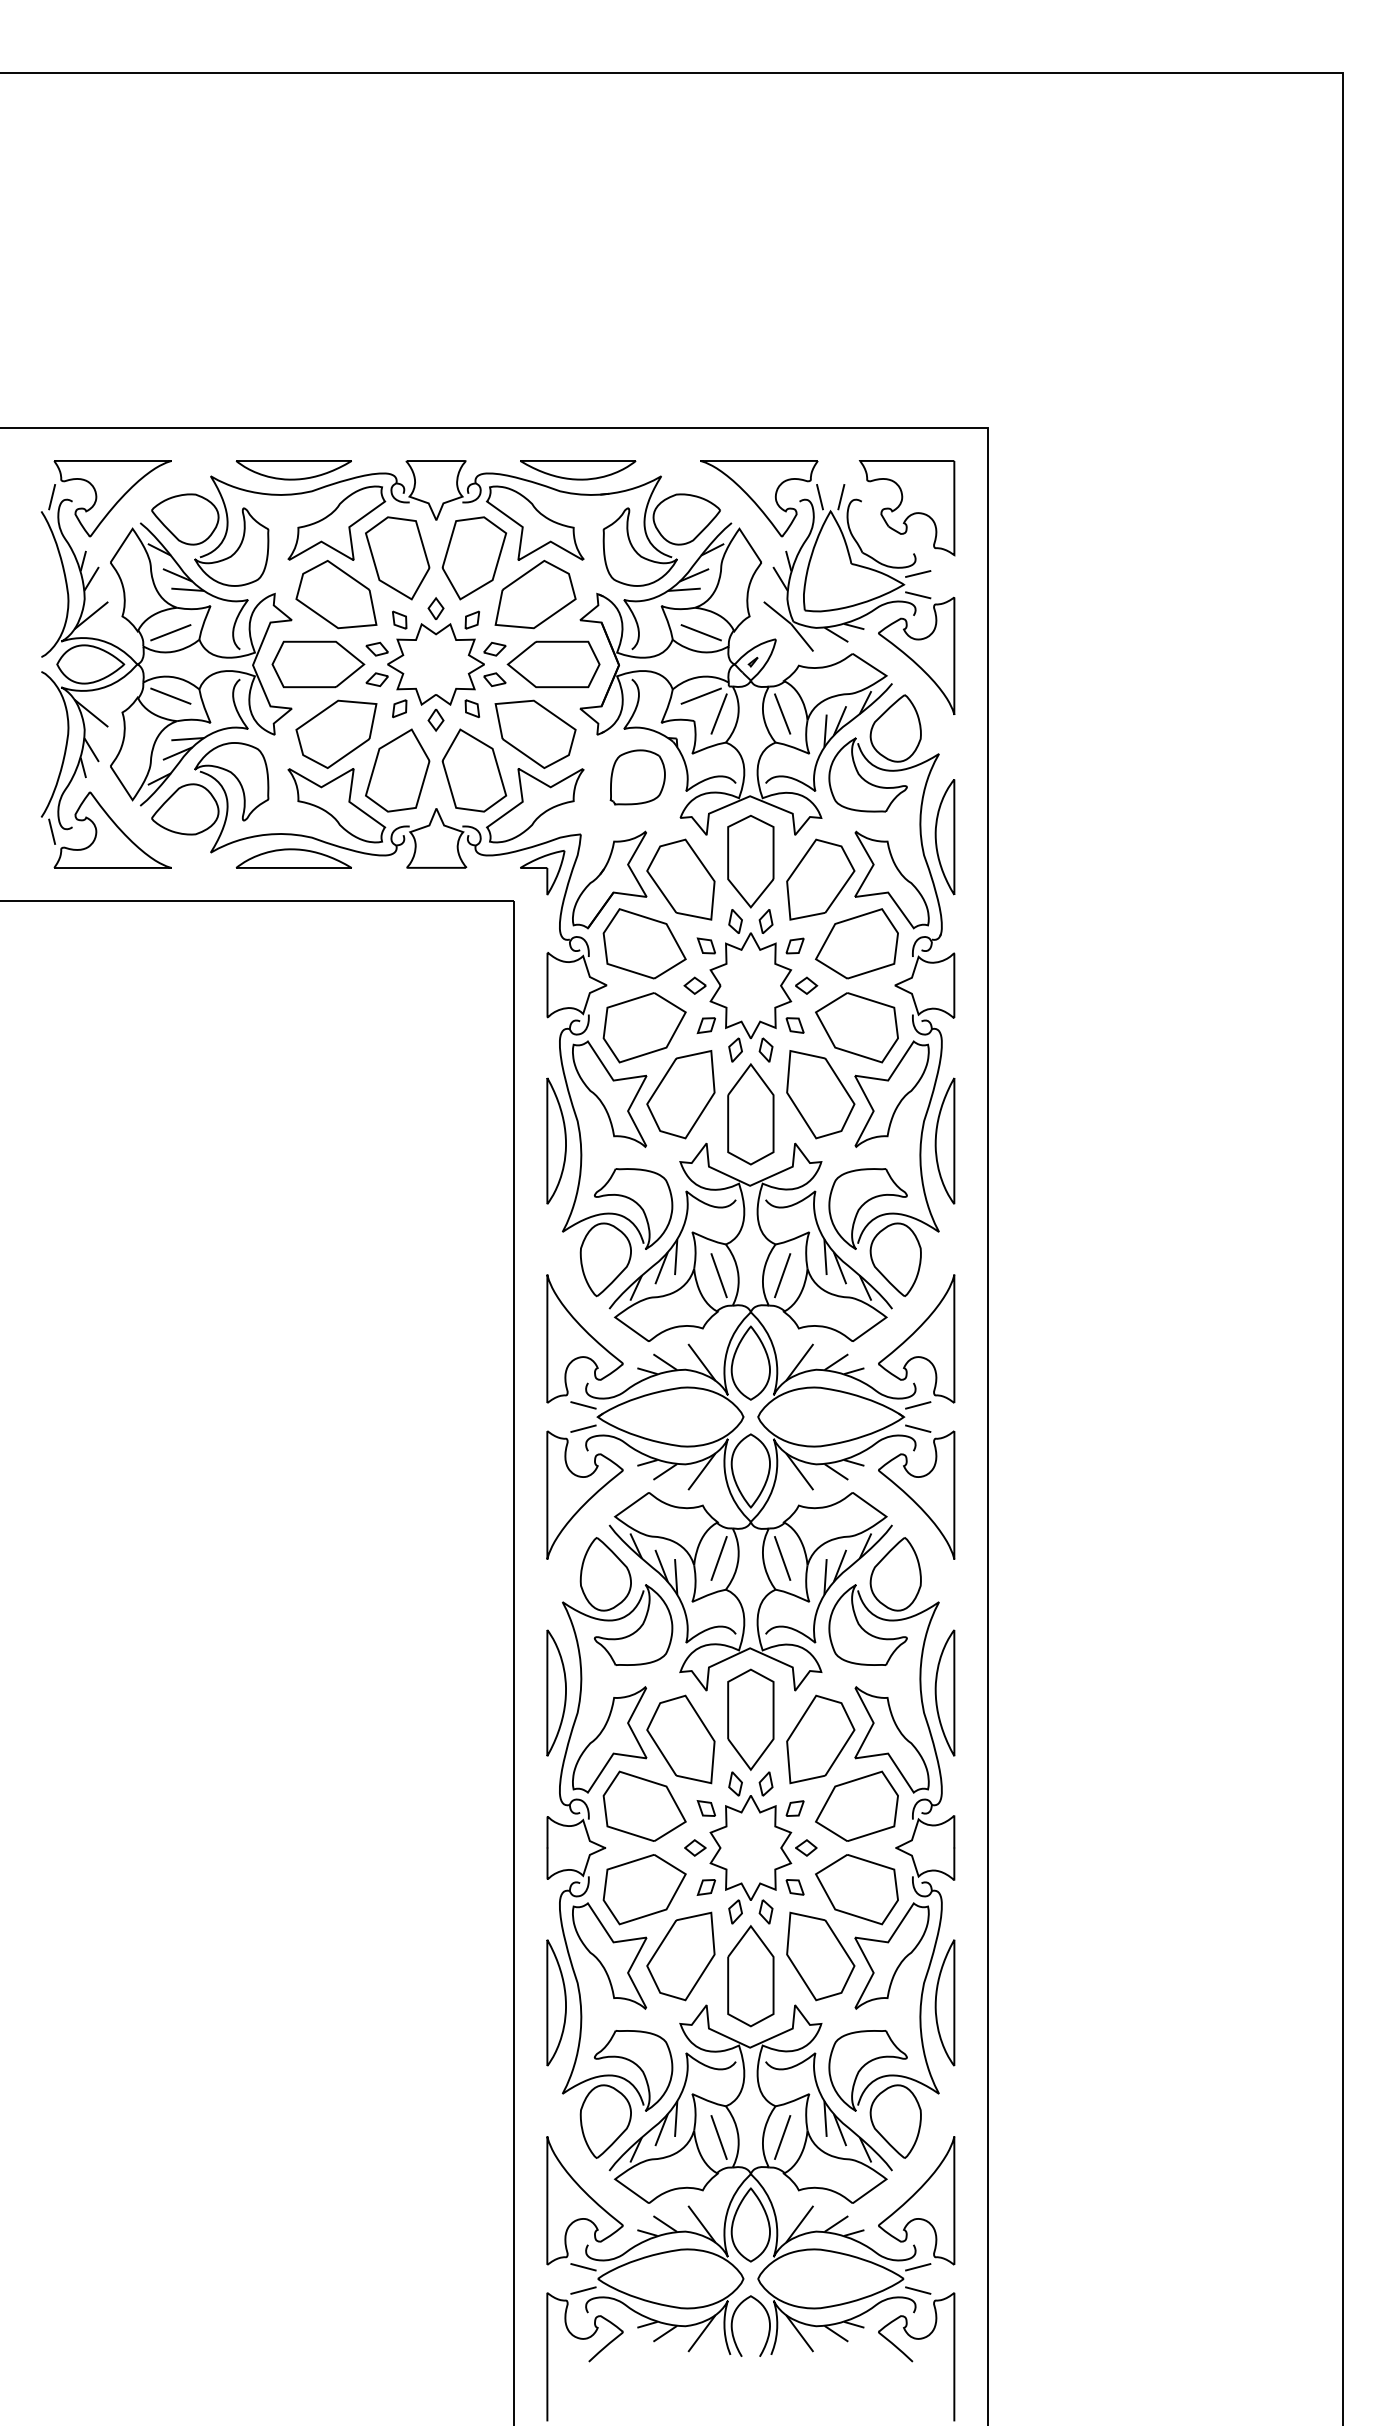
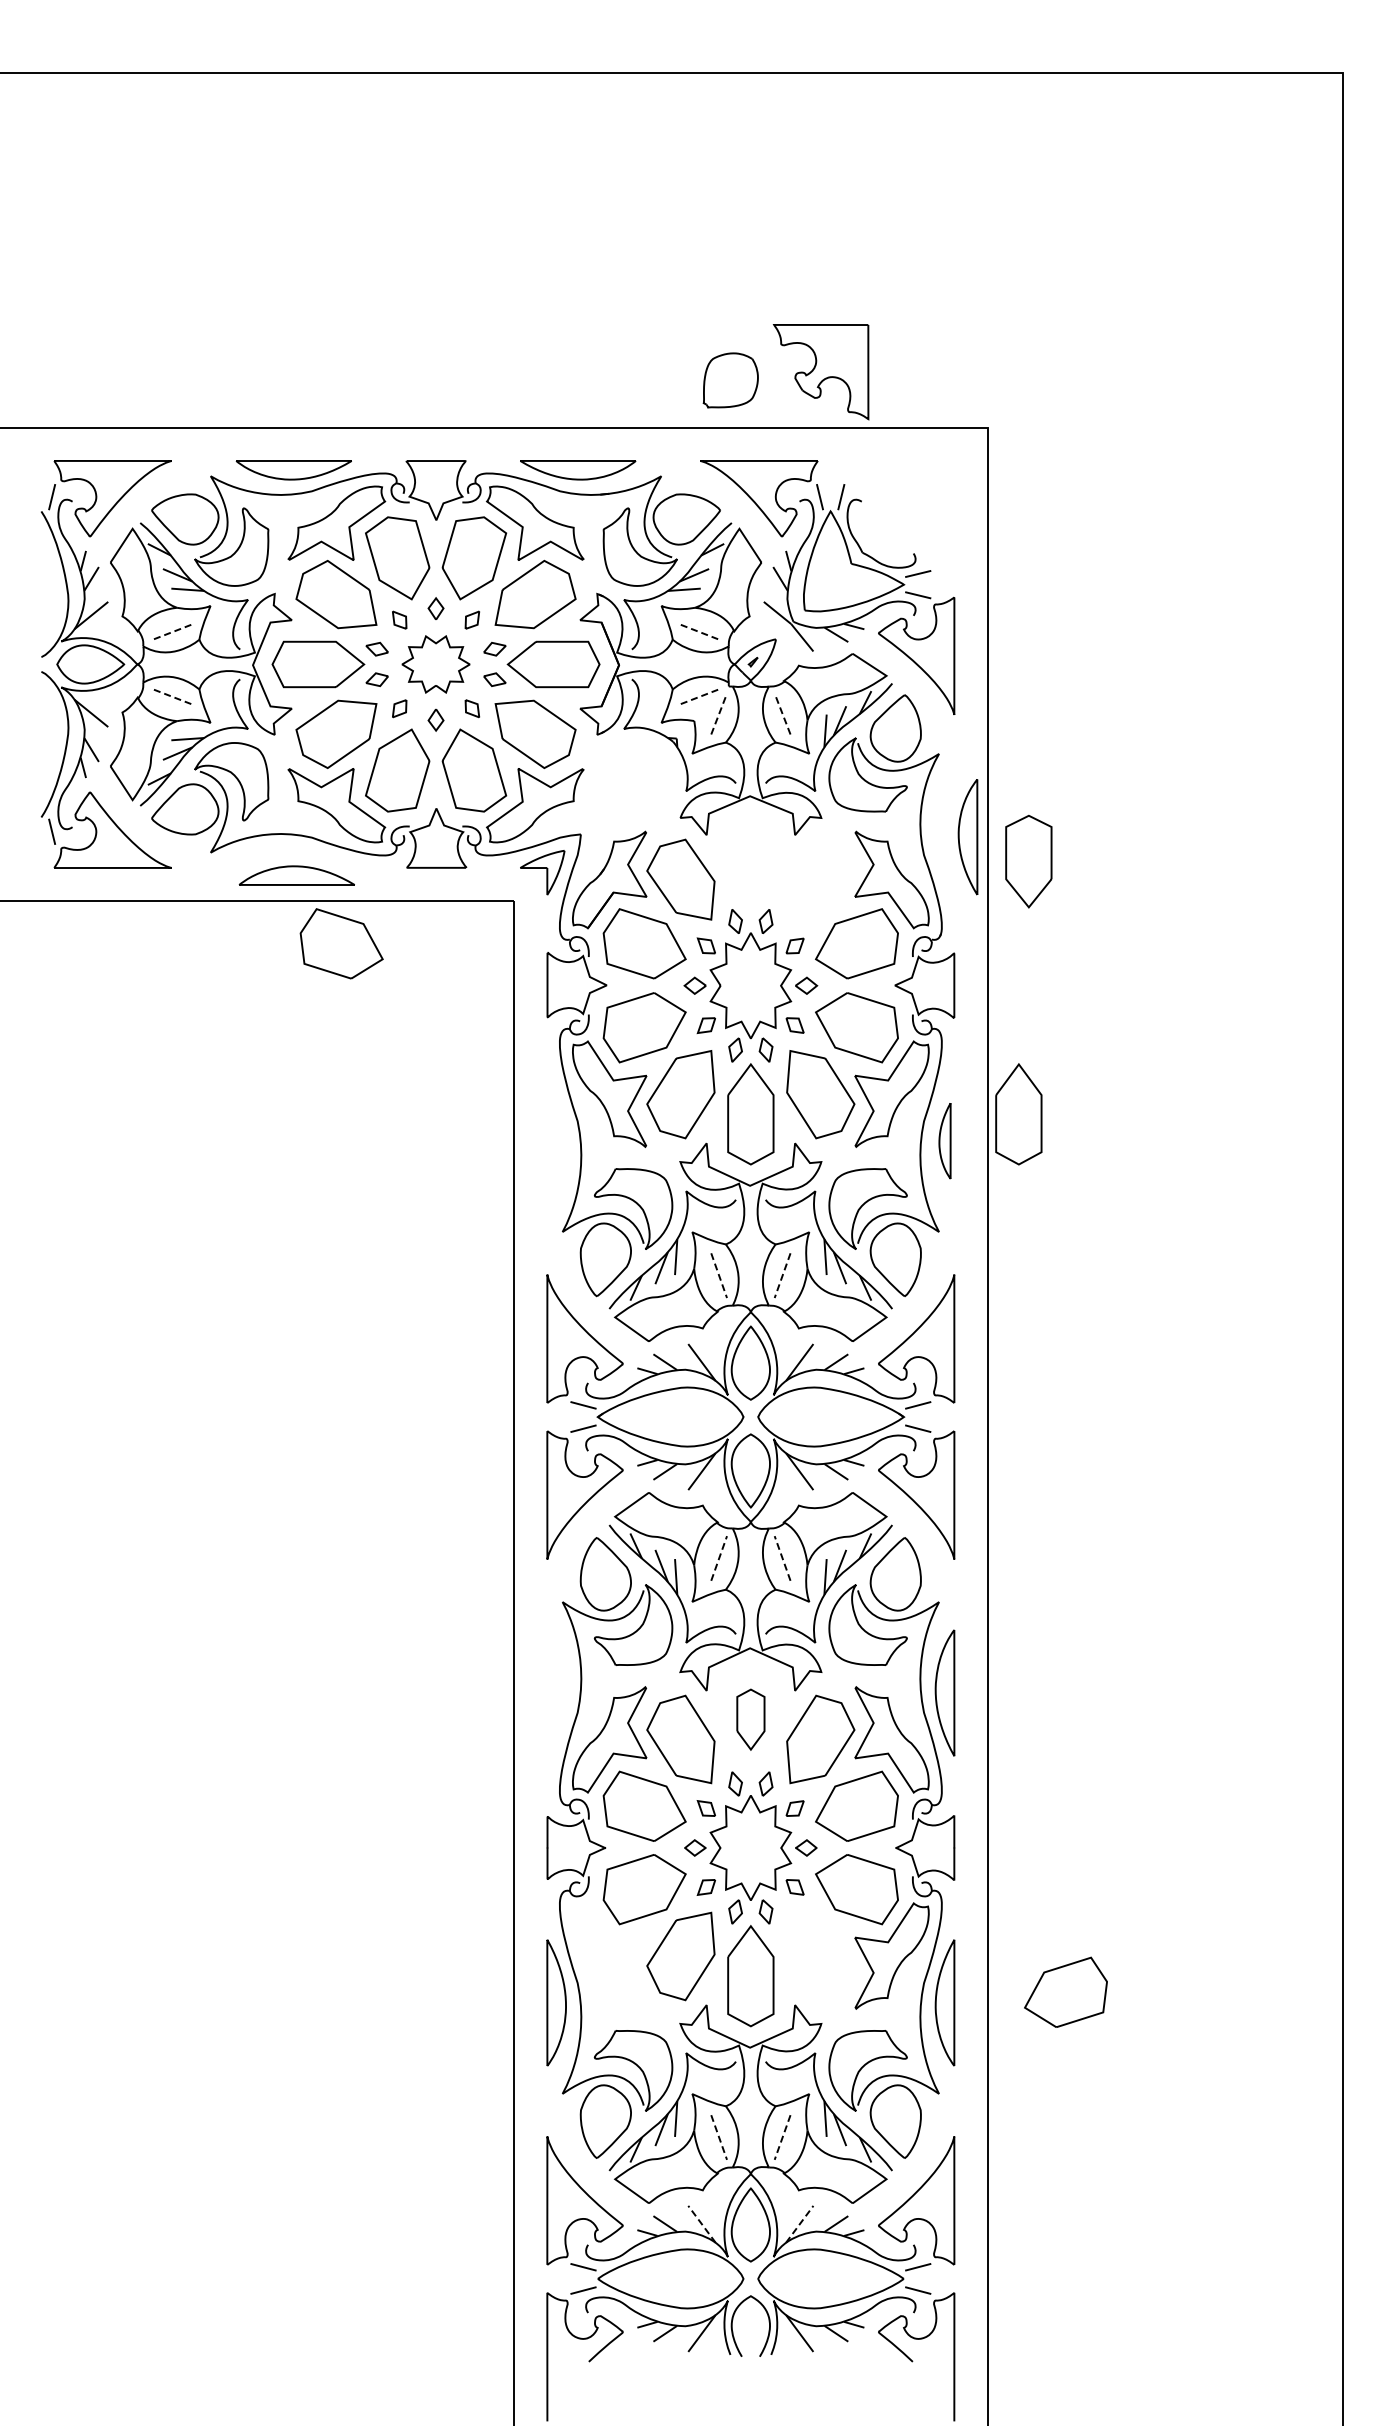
part at (906, 508) position: (906, 508) -> (820, 372)
line at (170, 632): solid -> dashed
line at (701, 632): solid -> dashed
part at (435, 664) size: 98x83 px -> 70x59 px
line at (170, 696): solid -> dashed
line at (701, 696): solid -> dashed
line at (719, 714): solid -> dashed
line at (782, 714): solid -> dashed
part at (637, 777) position: (637, 777) -> (730, 380)
part at (944, 837) position: (944, 837) -> (967, 837)
part at (293, 858) position: (293, 858) -> (296, 875)
part at (750, 861) position: (750, 861) -> (1028, 861)
part at (820, 879): present -> none
part at (341, 943): none -> present
part at (1018, 1114): none -> present
part at (556, 1140): present -> none
part at (944, 1140) size: 22x128 px -> 14x77 px
line at (719, 1275): solid -> dashed
line at (782, 1275): solid -> dashed
line at (719, 1558): solid -> dashed
line at (782, 1558): solid -> dashed
part at (556, 1692): present -> none
part at (750, 1719) size: 48x103 px -> 30x63 px
part at (609, 1955): present -> none
part at (820, 1956): present -> none
part at (1065, 1991): none -> present
line at (719, 2137): solid -> dashed
line at (782, 2137): solid -> dashed
line at (701, 2224): solid -> dashed
line at (799, 2224): solid -> dashed
